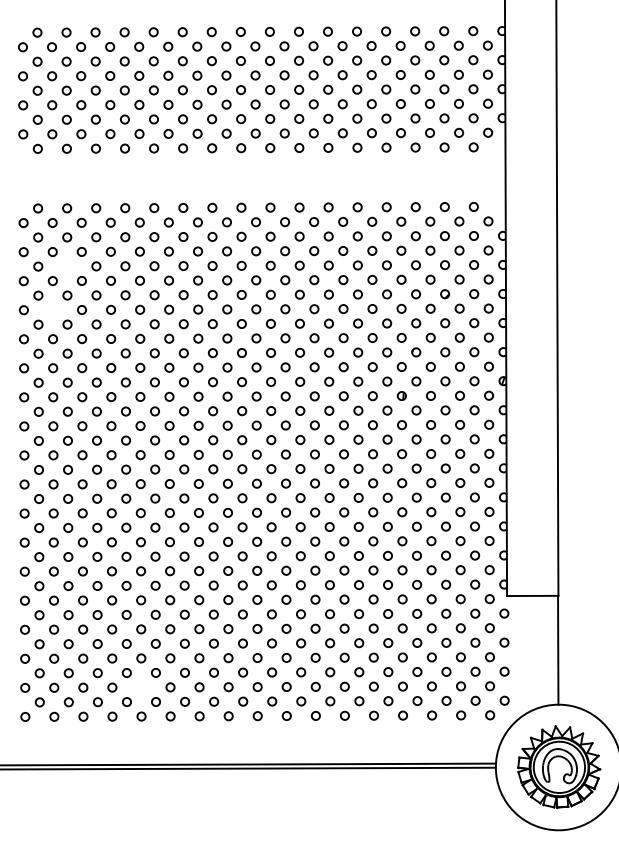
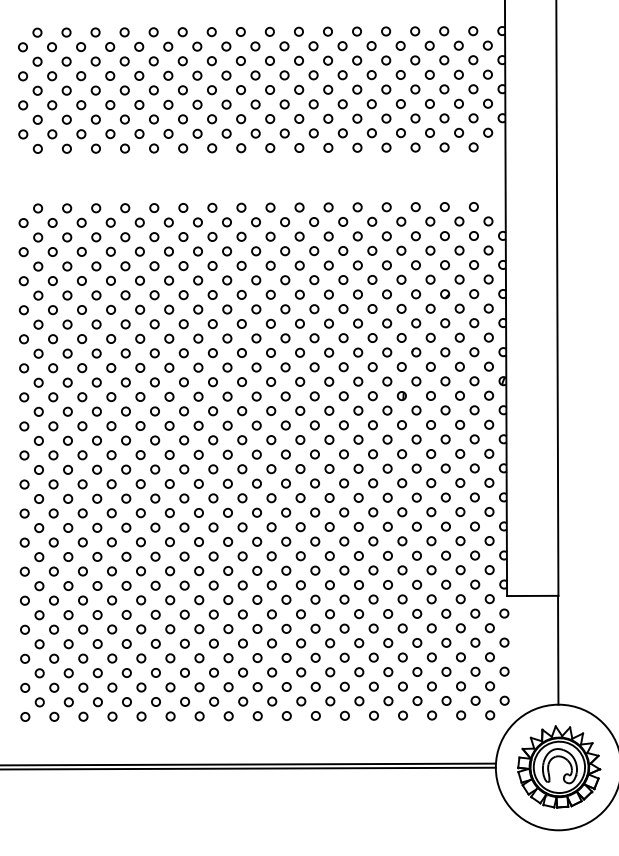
circle at (67, 266): none -> present
circle at (52, 310): none -> present
circle at (141, 687): none -> present
